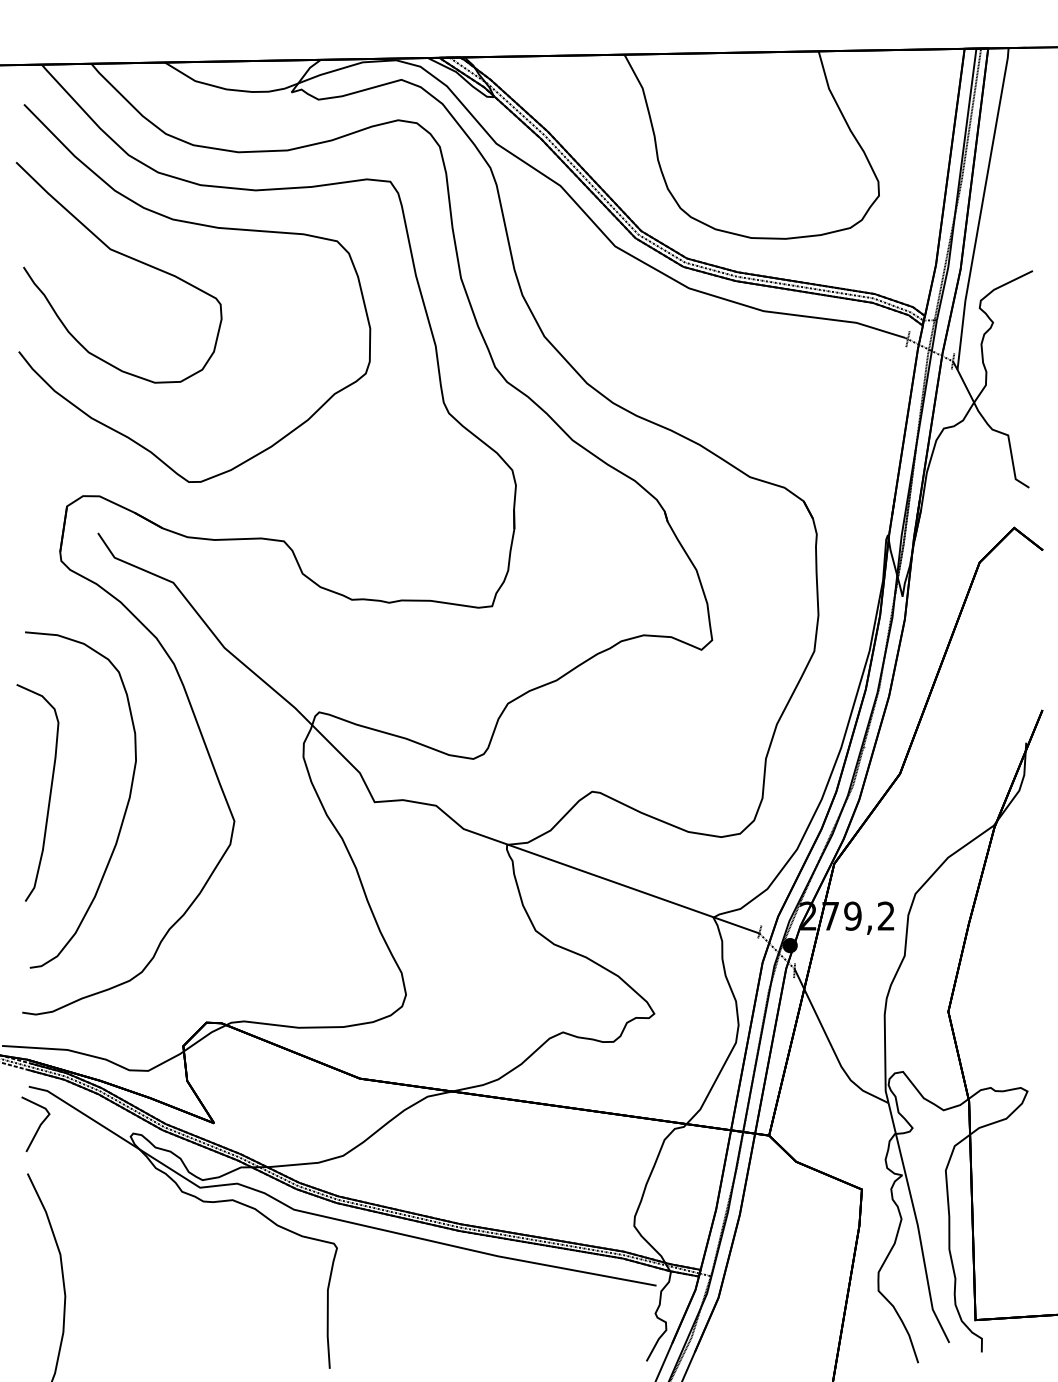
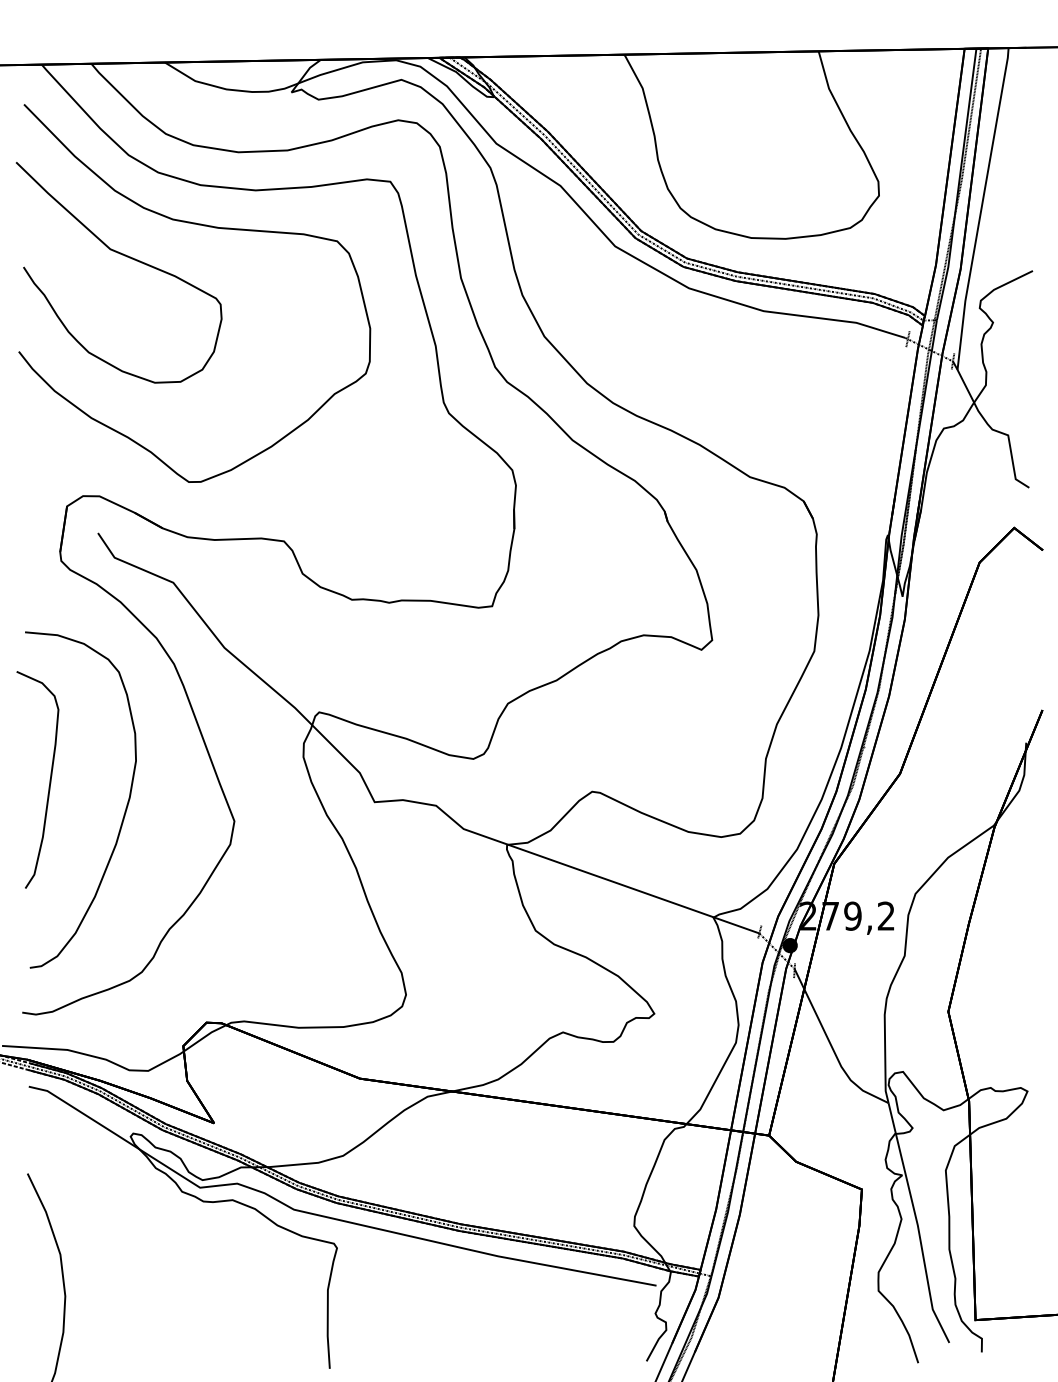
curve at (49, 792) position: (49, 792) -> (49, 779)
line at (39, 1124): present -> none
